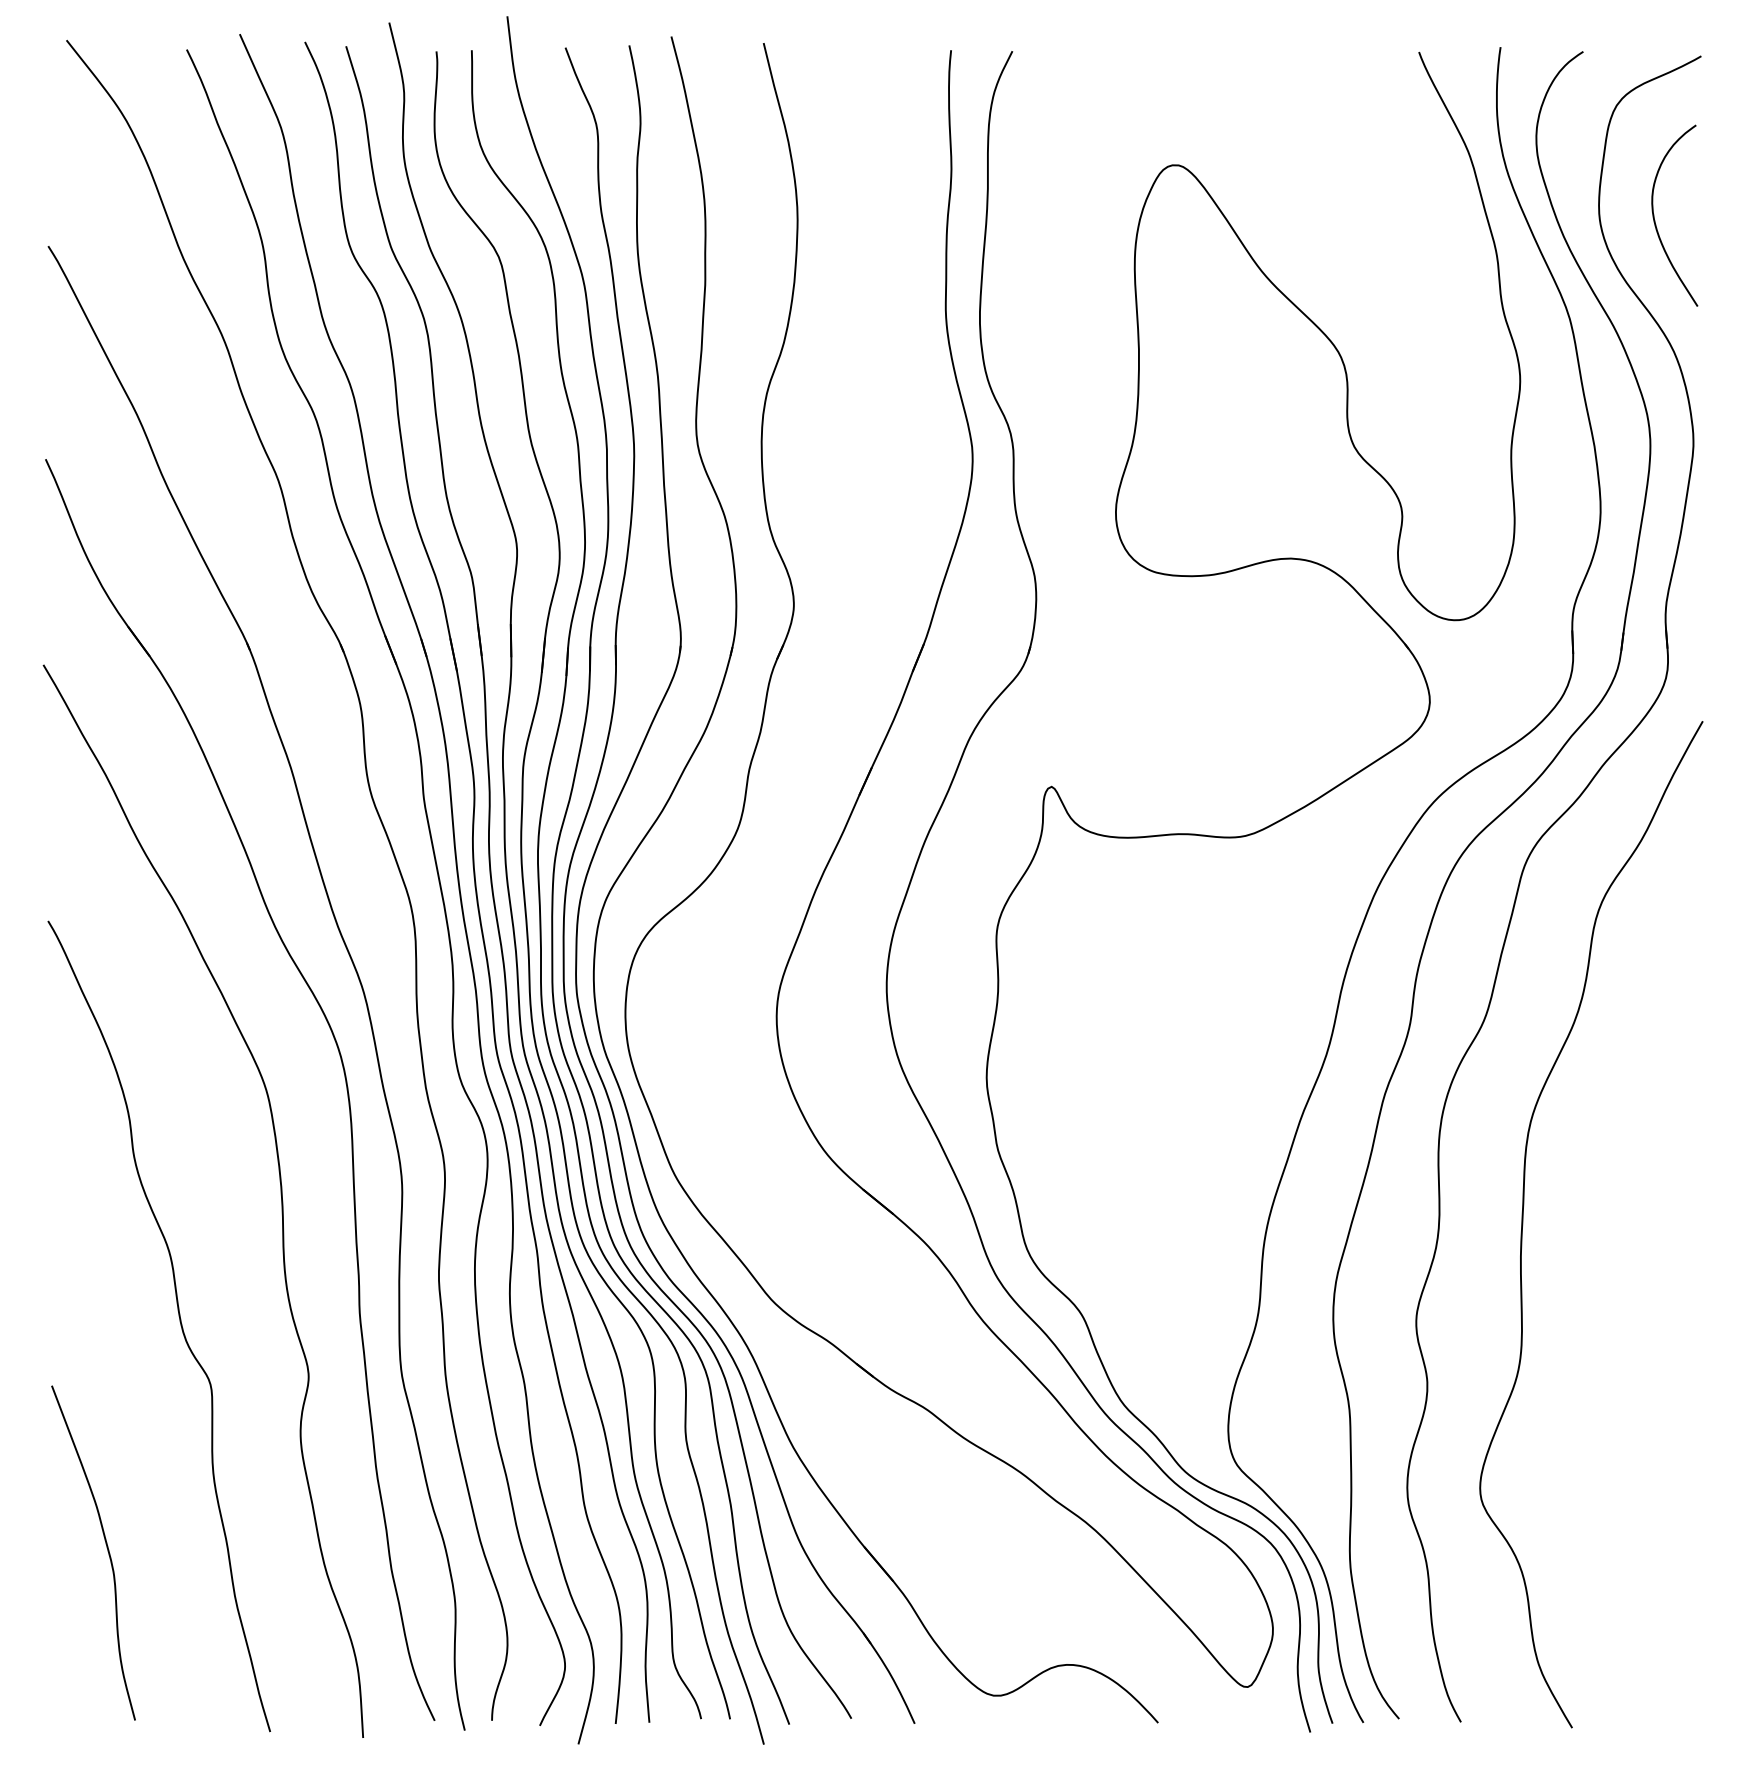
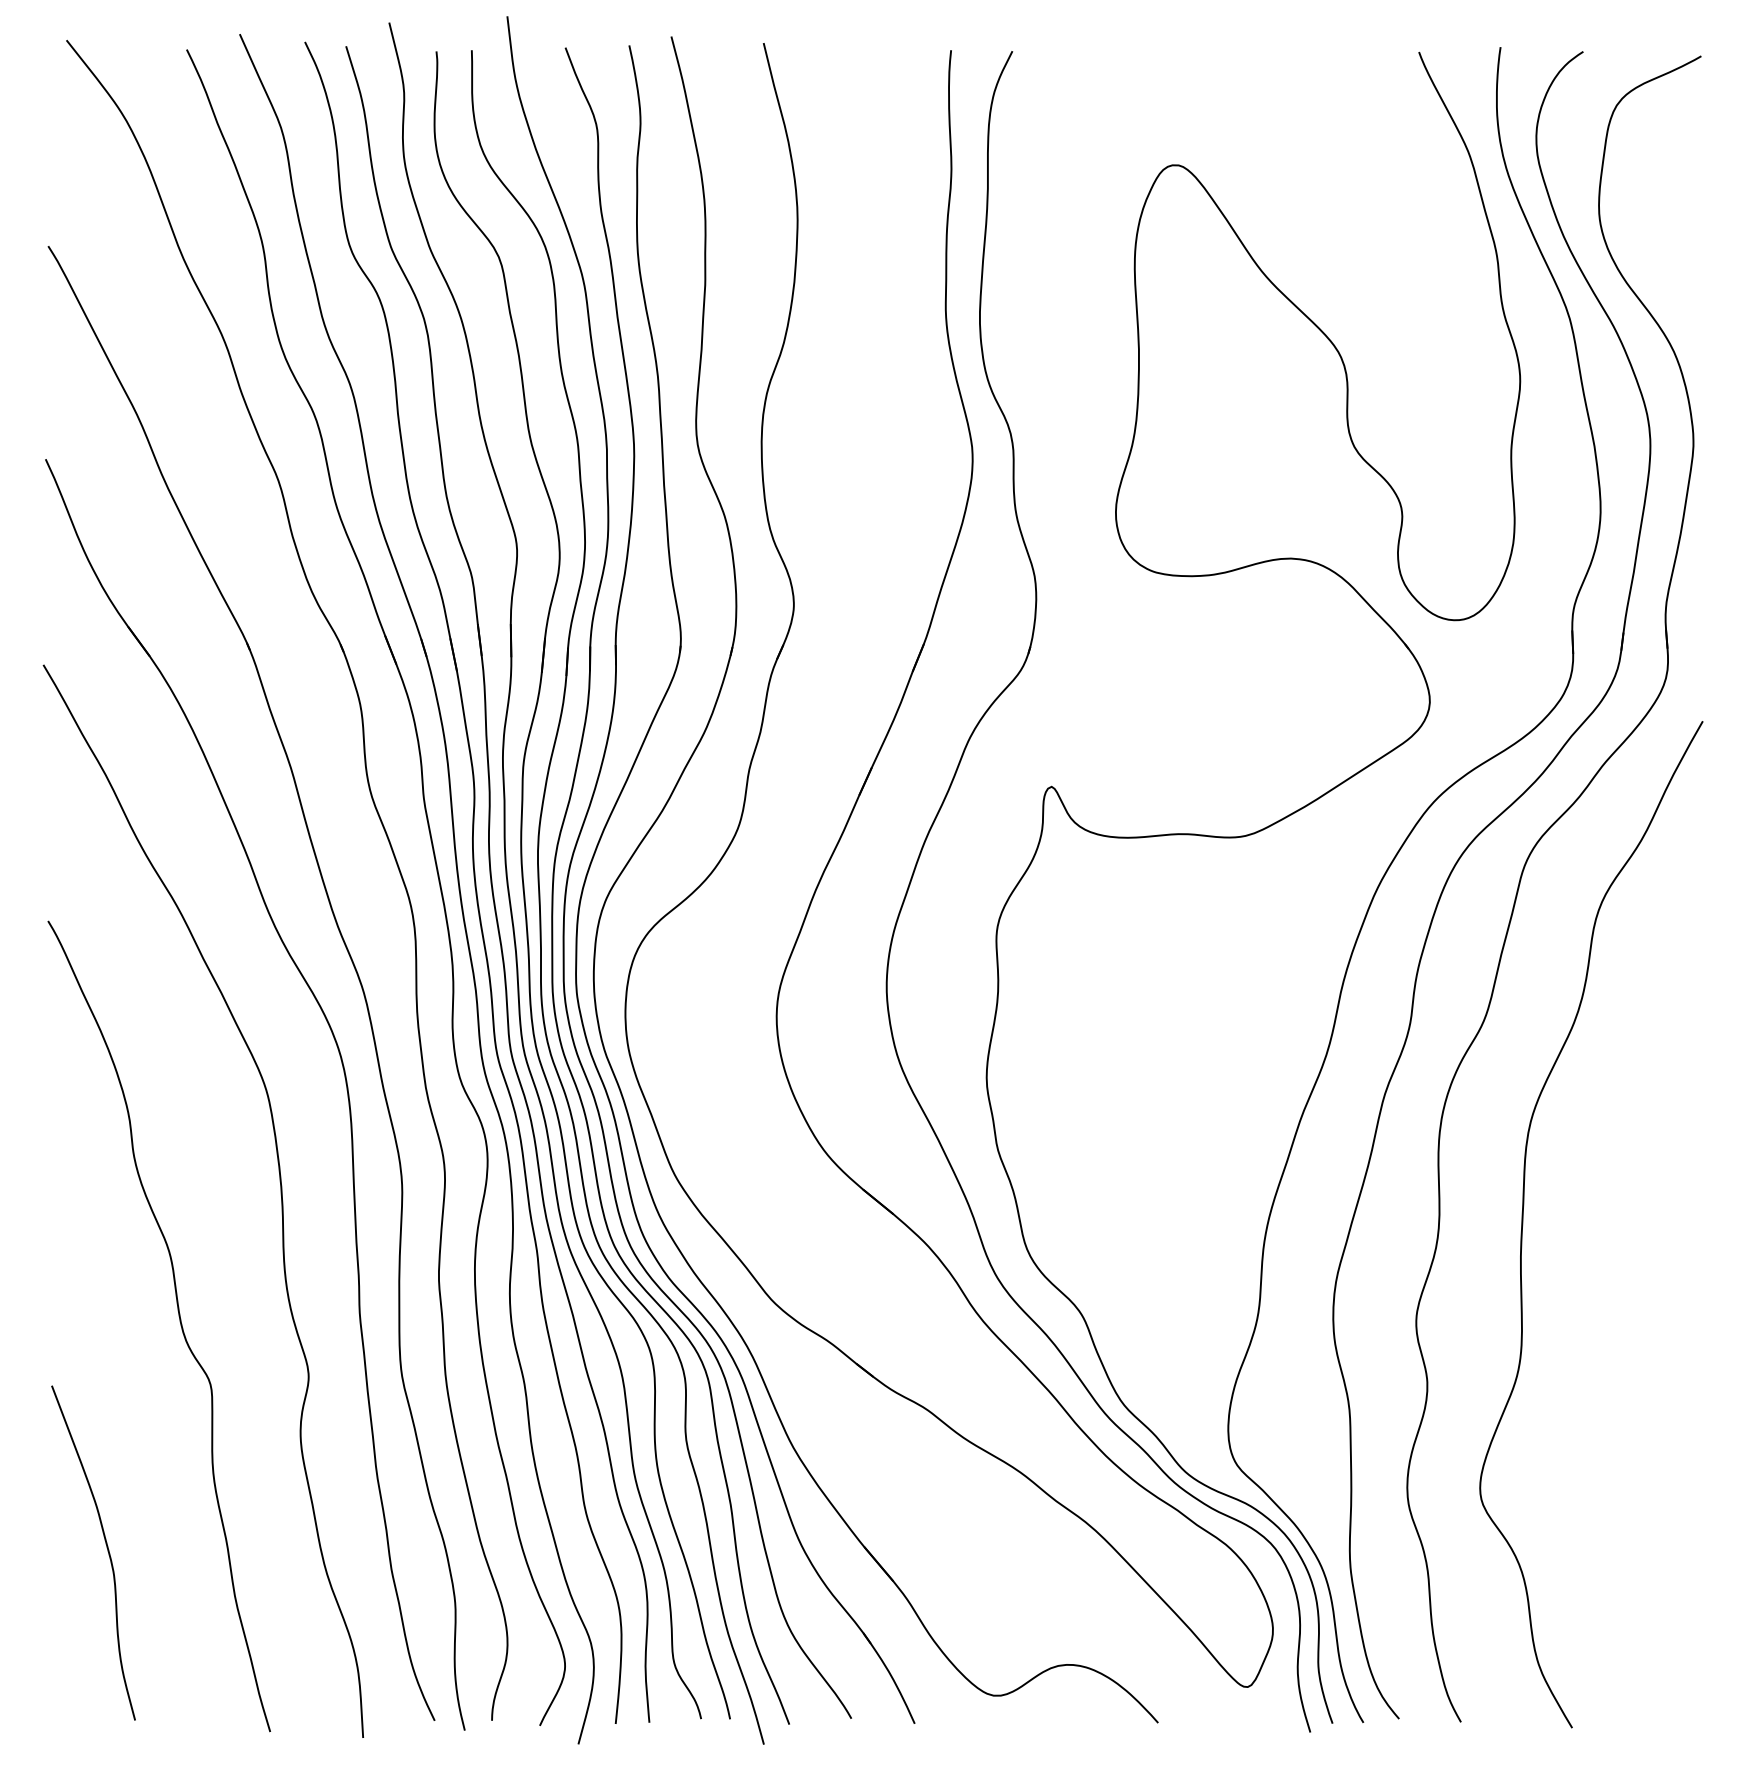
curve at (1655, 220): present -> none
